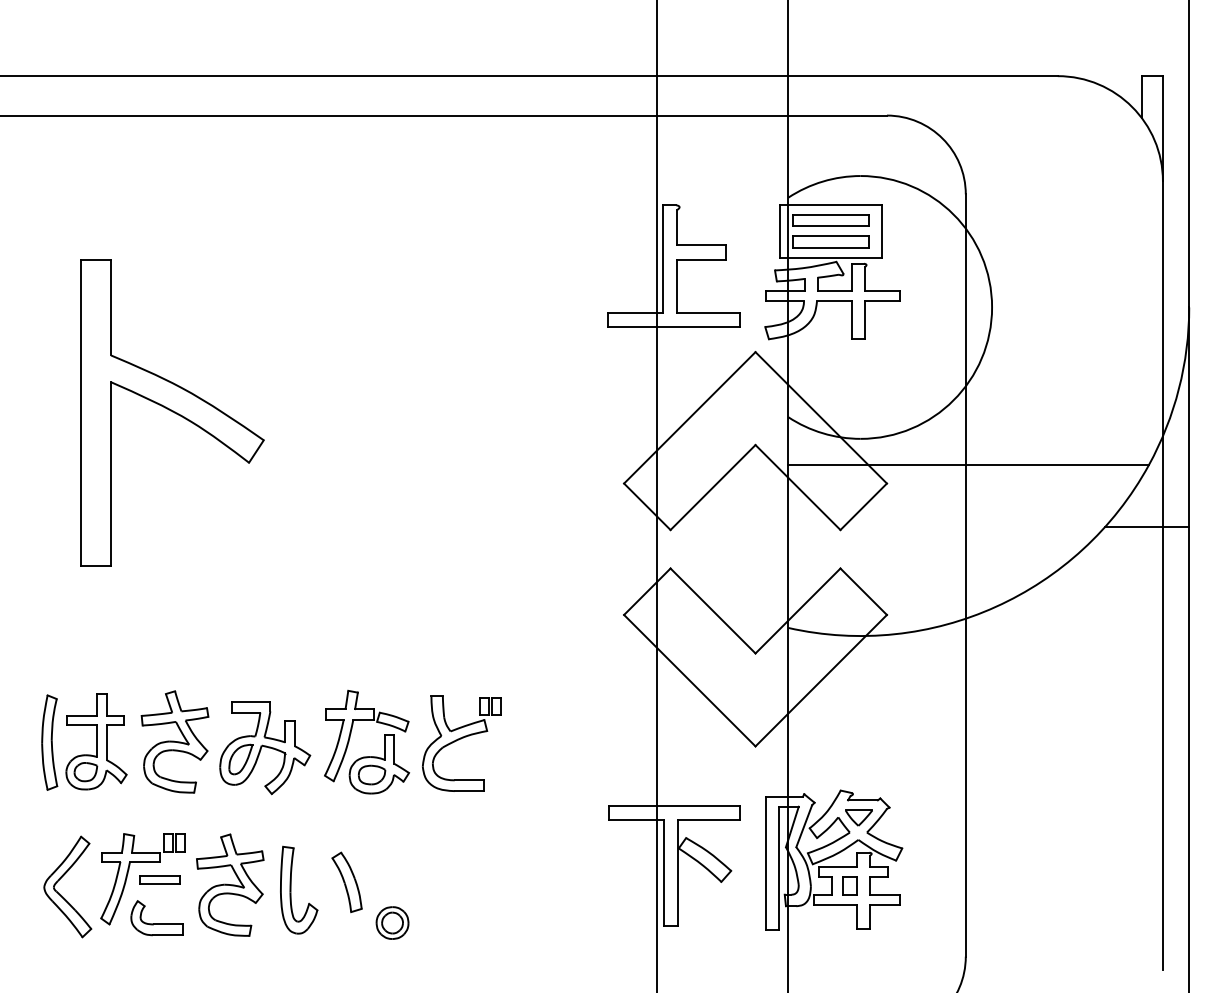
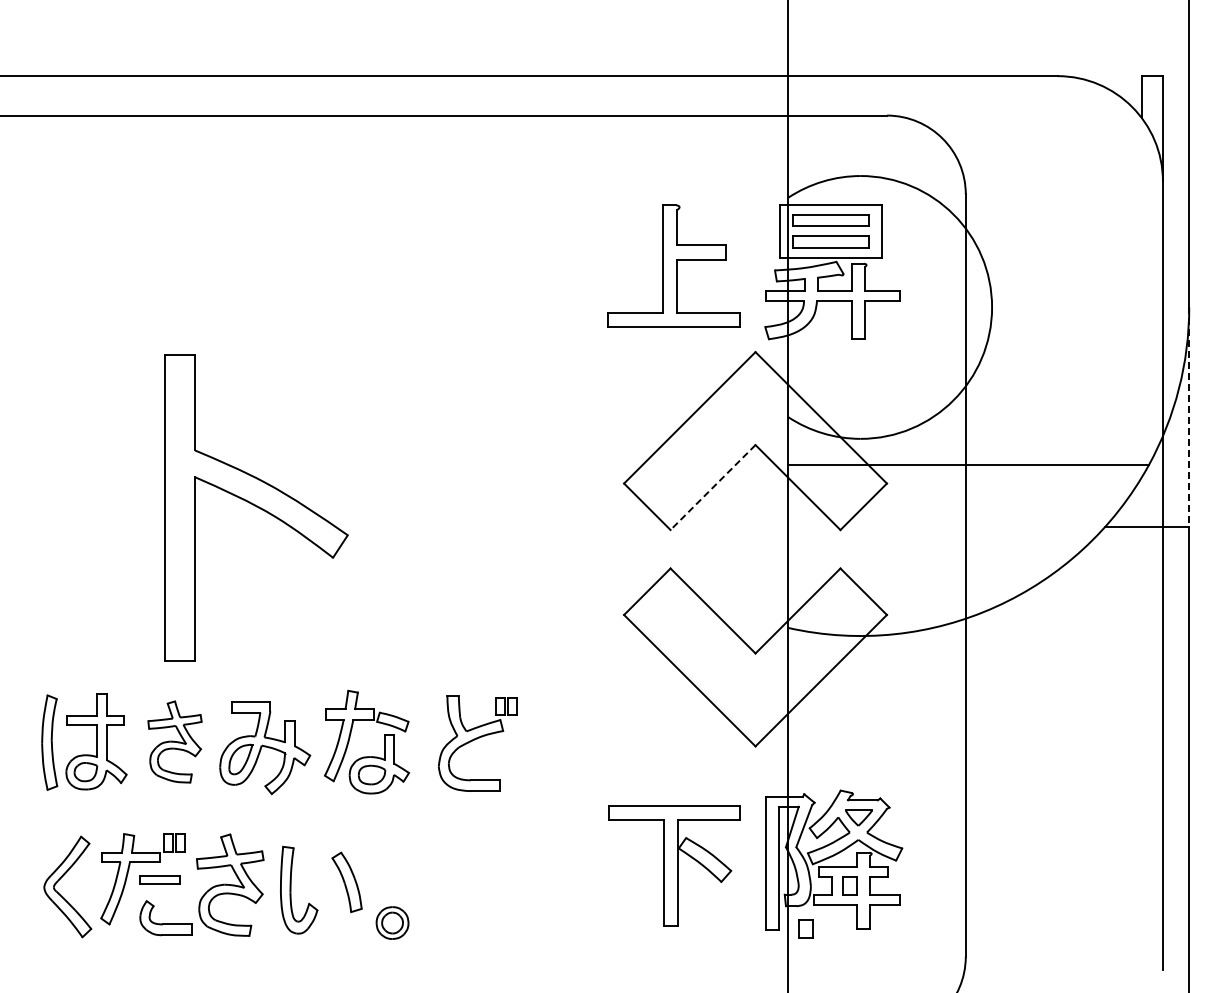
part at (172, 412) position: (172, 412) -> (256, 507)
line at (1189, 417): solid -> dashed
line at (712, 487): solid -> dashed
line at (656, 495): present -> none
part at (174, 741) size: 70x104 px -> 56x84 px
part at (461, 743) position: (461, 743) -> (477, 743)
part at (156, 918) position: (156, 918) -> (165, 918)
part at (805, 928): none -> present
